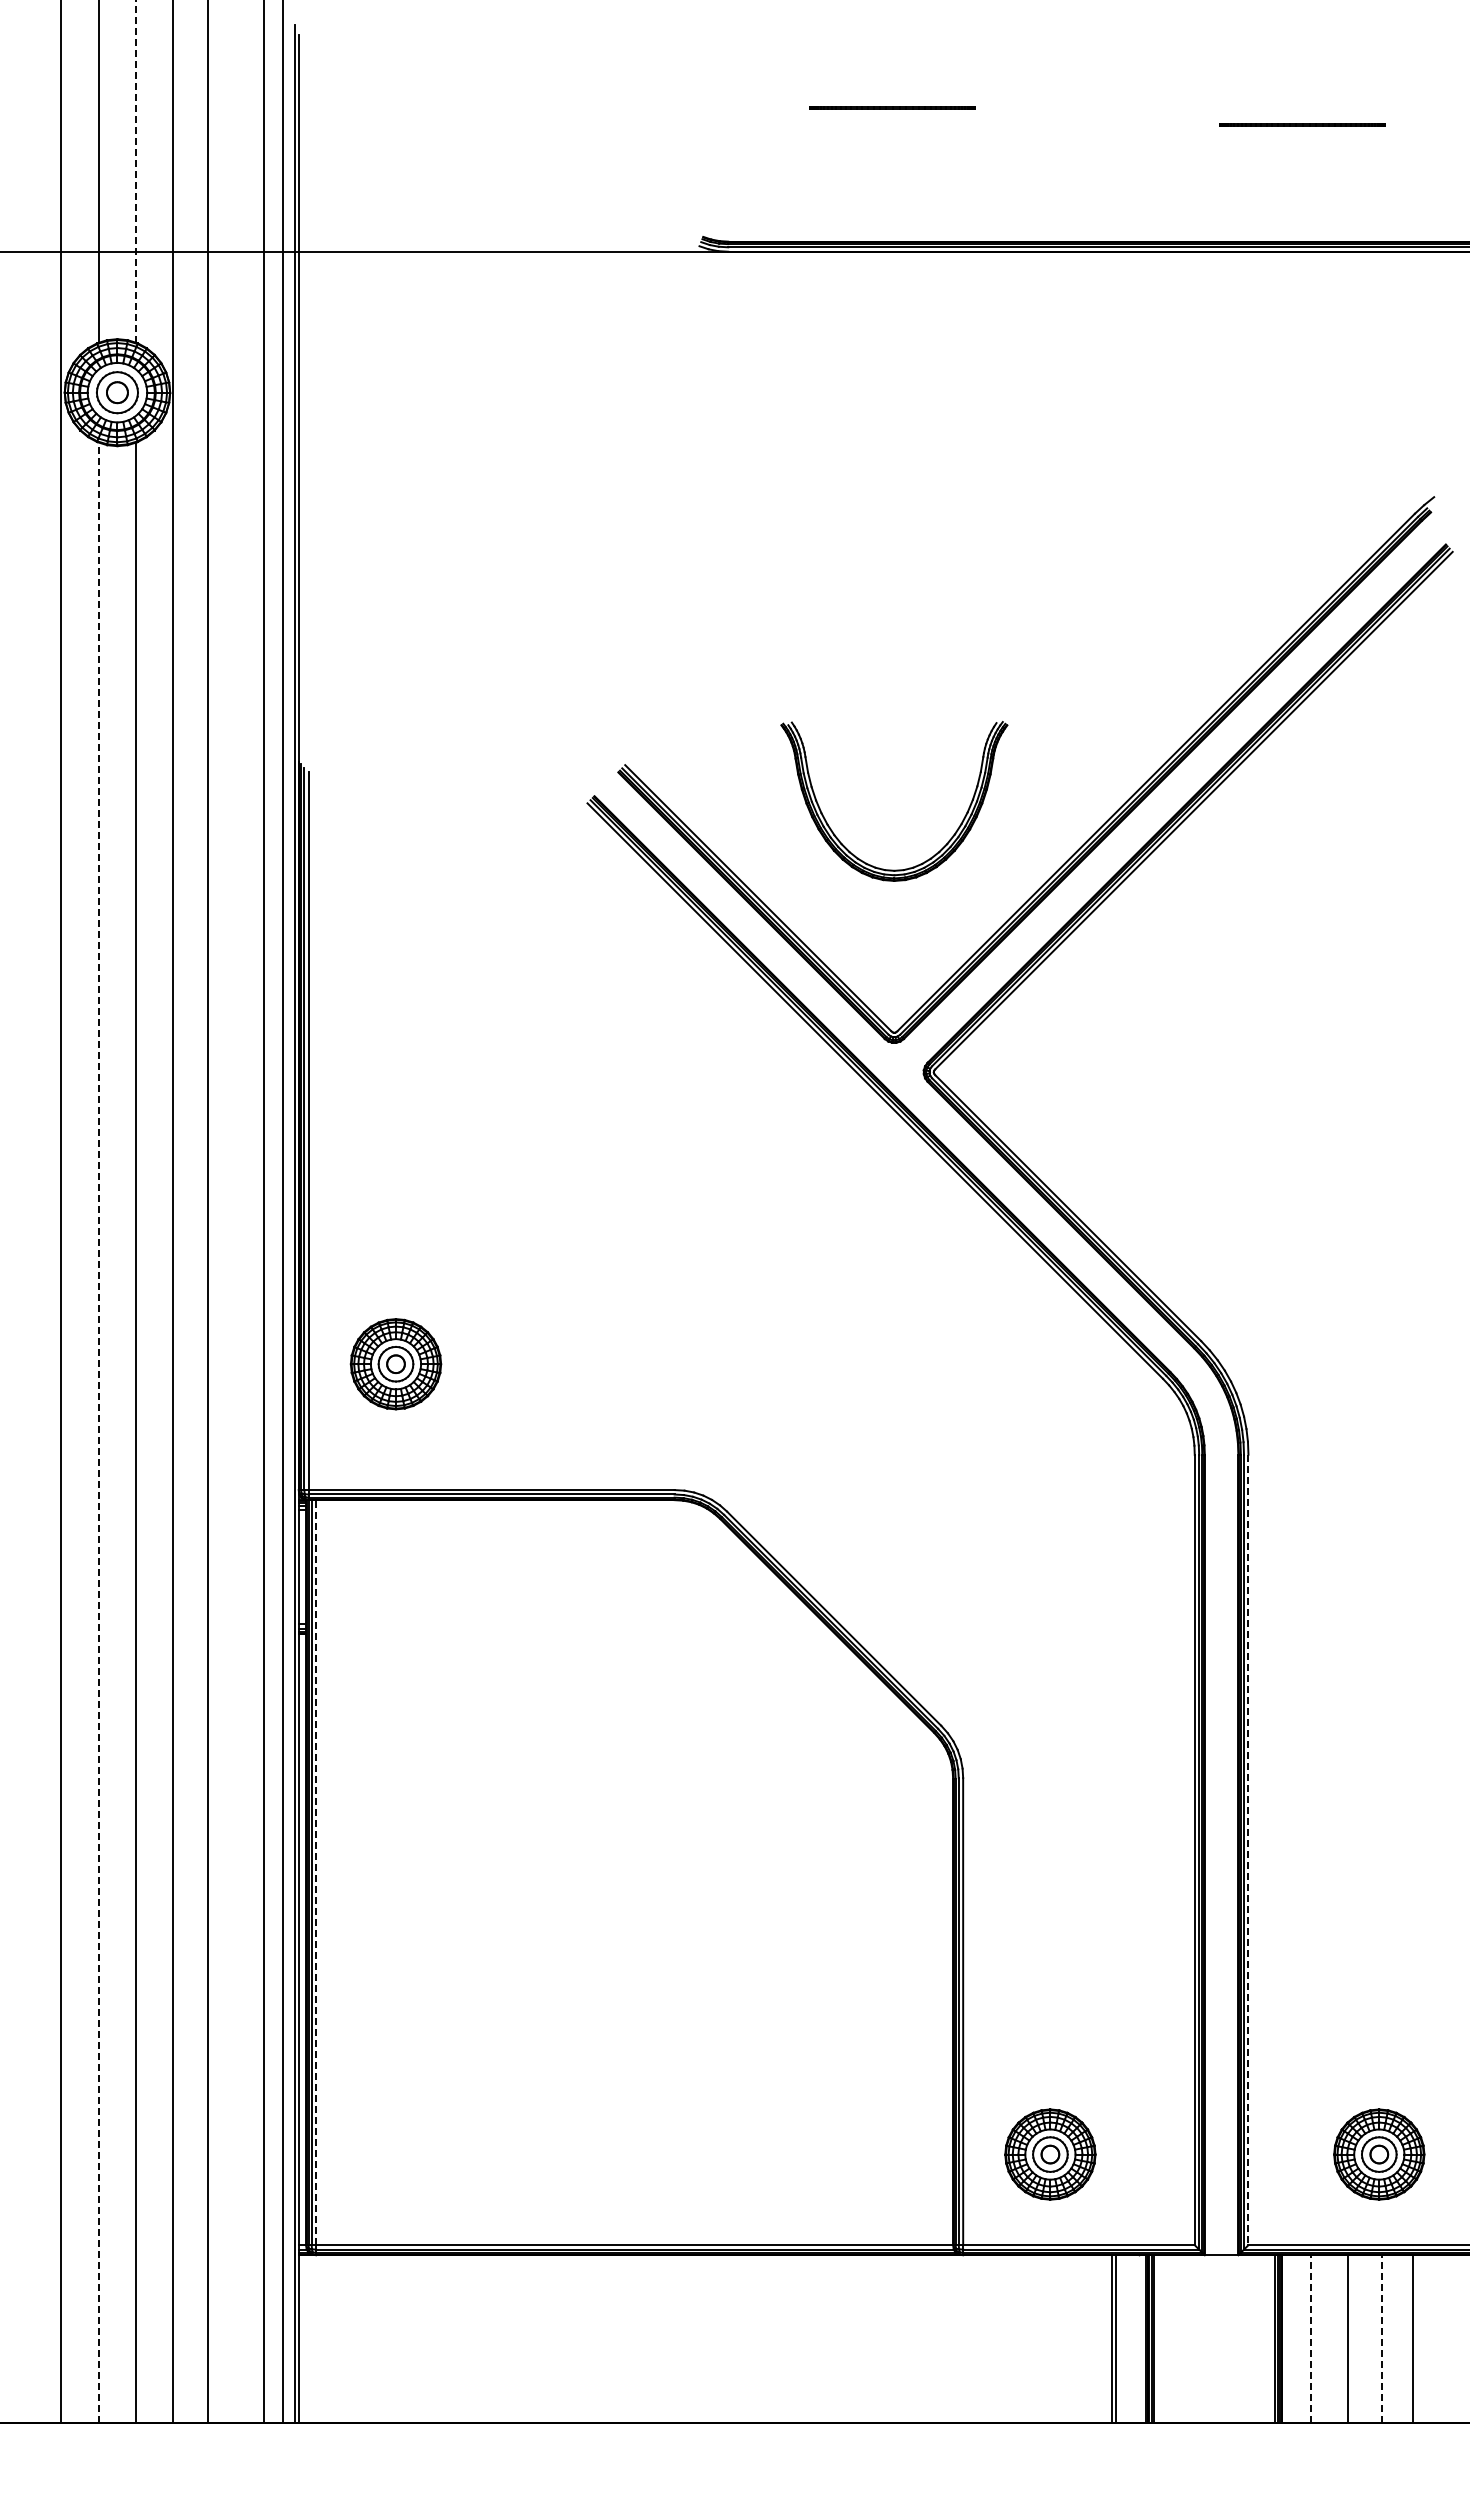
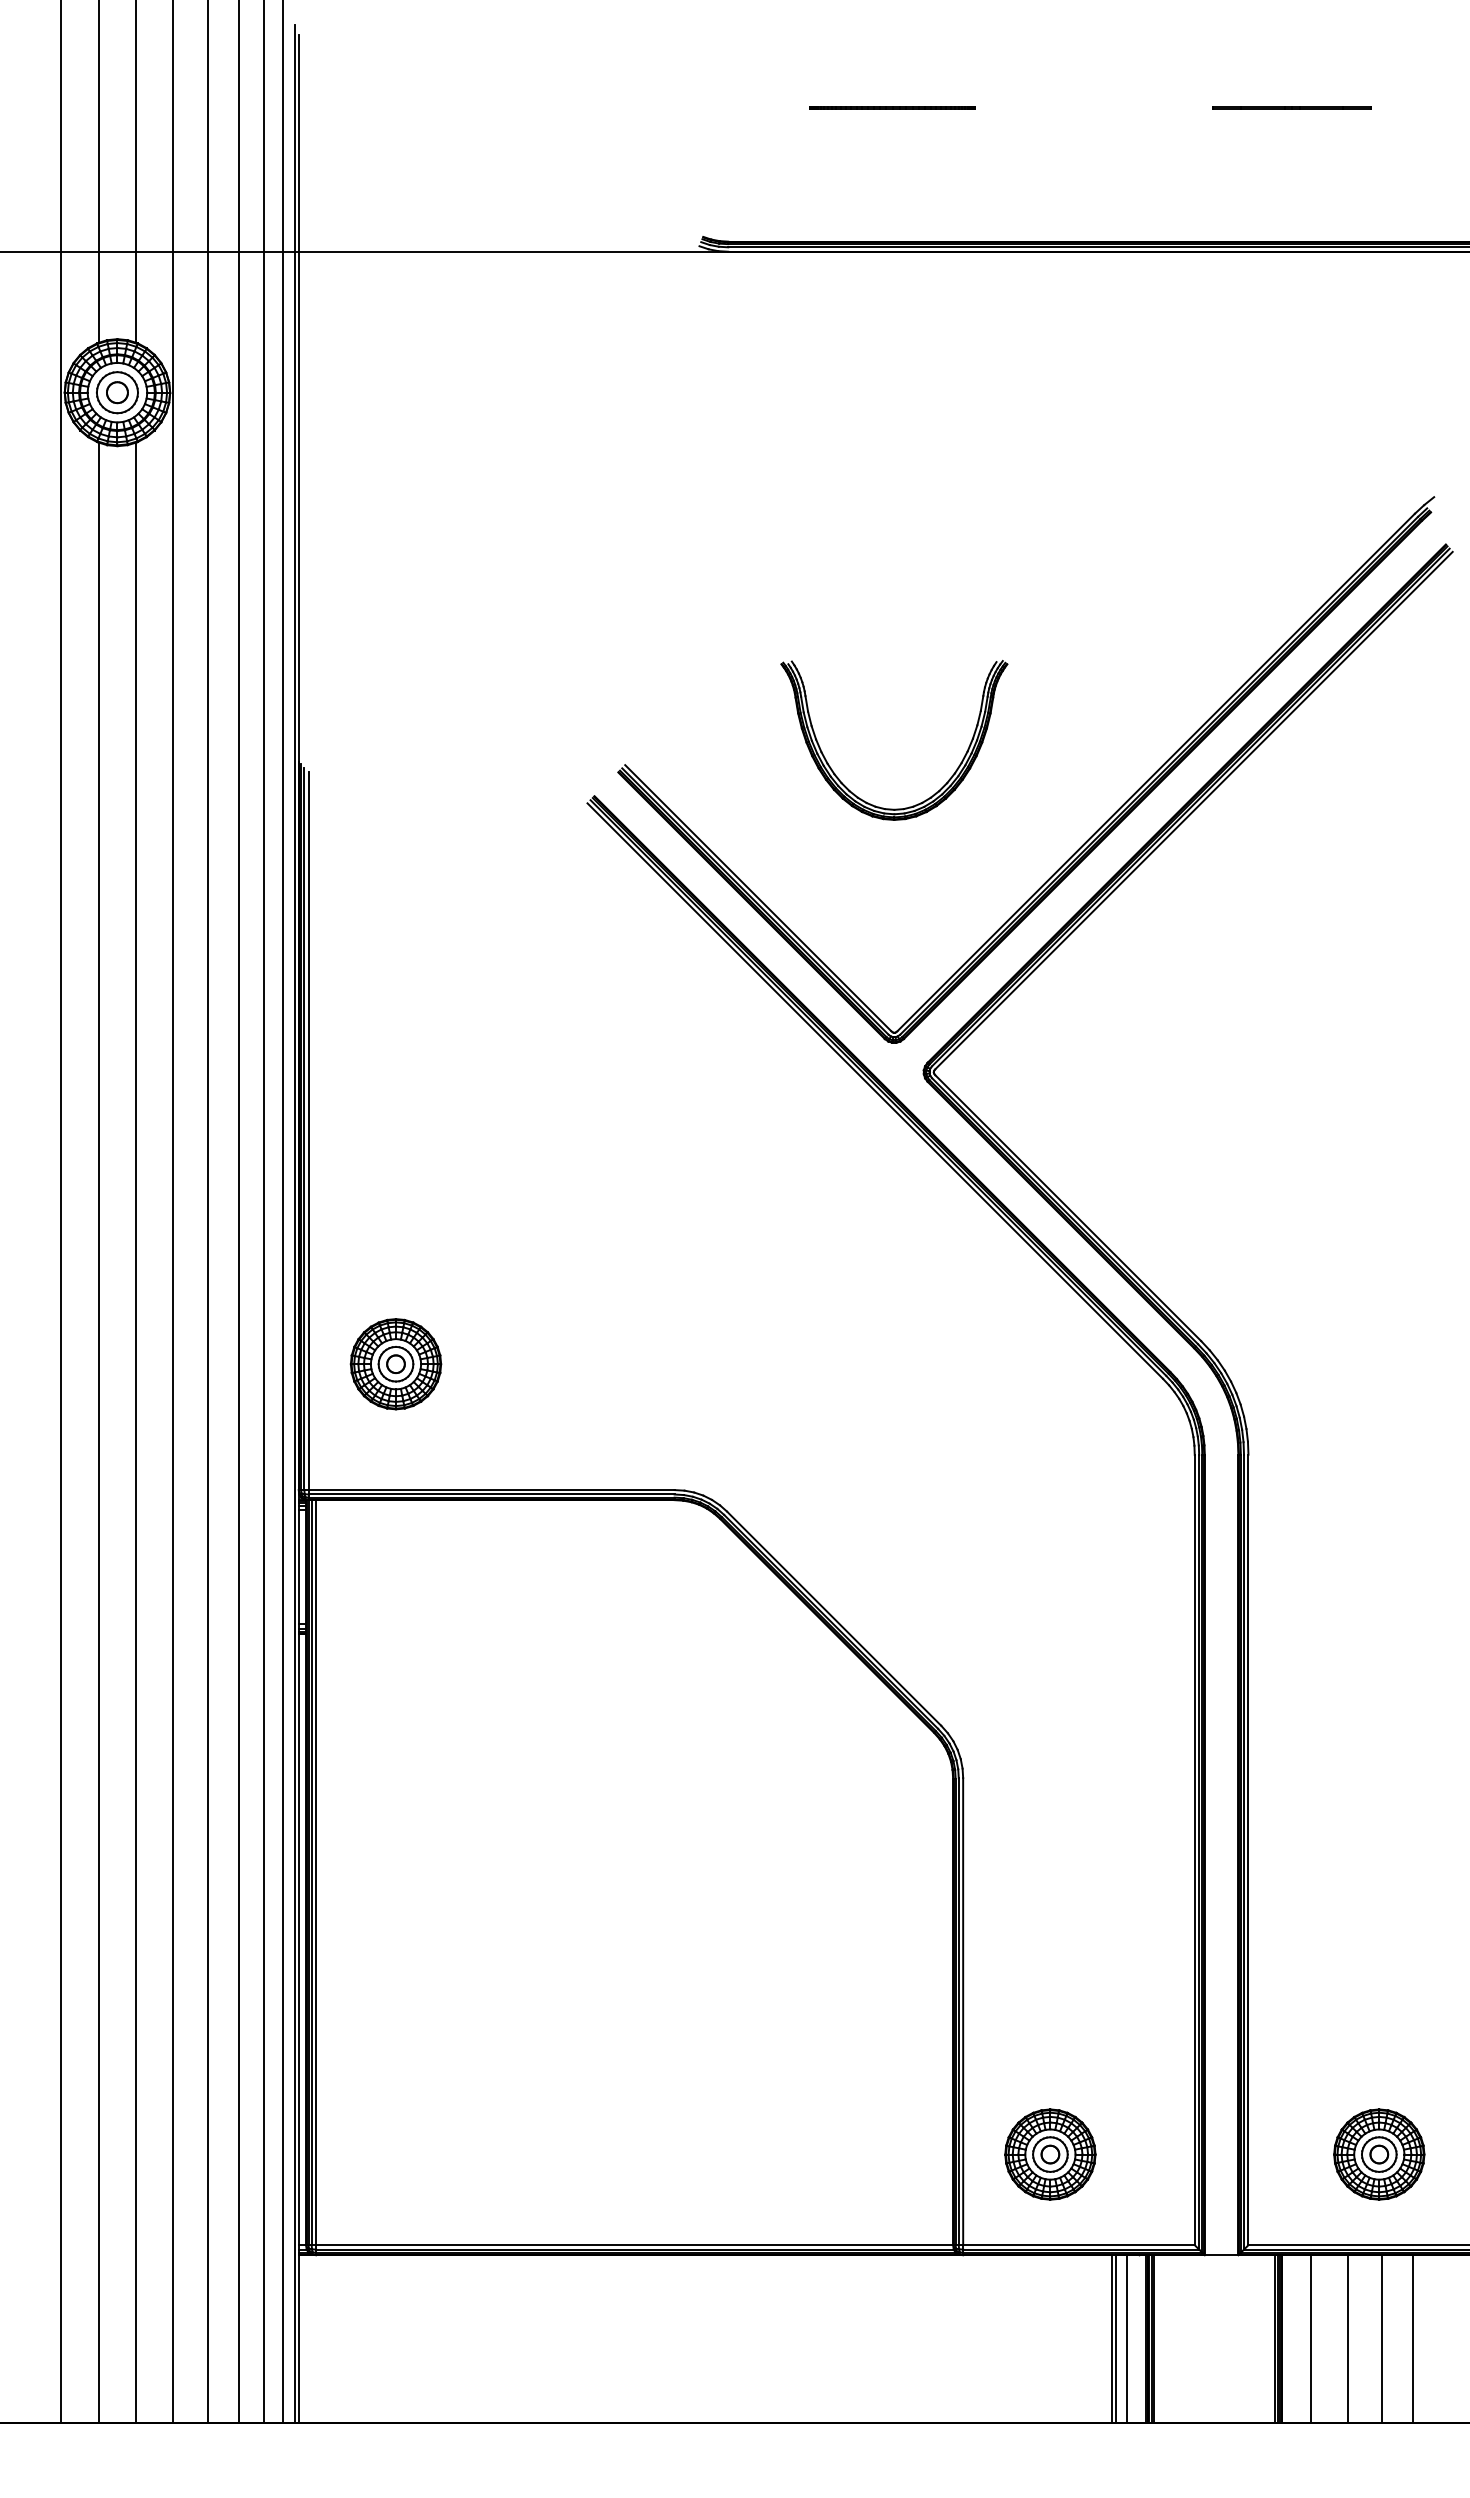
line at (1291, 107): none -> present
line at (1302, 124): present -> none
line at (136, 171): dashed -> solid
part at (935, 853) position: (935, 853) -> (935, 792)
line at (238, 1212): none -> present
line at (98, 1432): dashed -> solid
line at (1248, 1850): dashed -> solid
line at (316, 1872): dashed -> solid
line at (1127, 2339): none -> present
line at (1310, 2339): dashed -> solid
line at (1382, 2339): dashed -> solid
